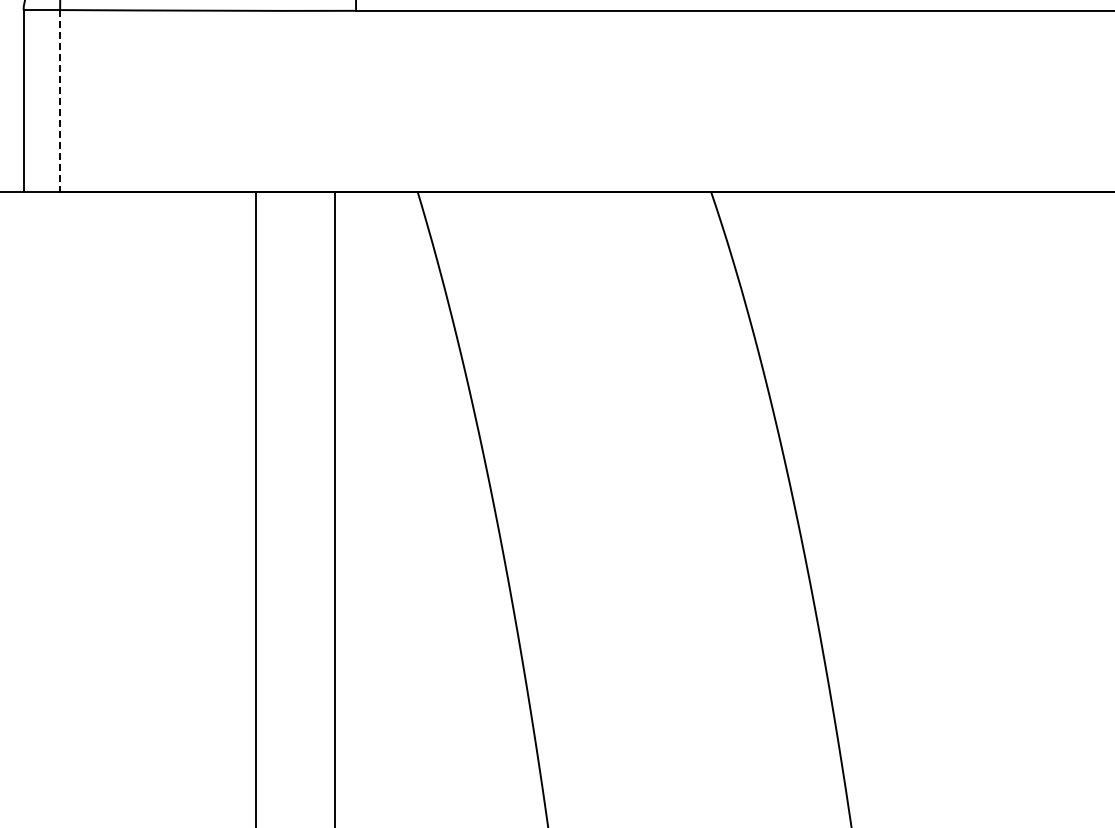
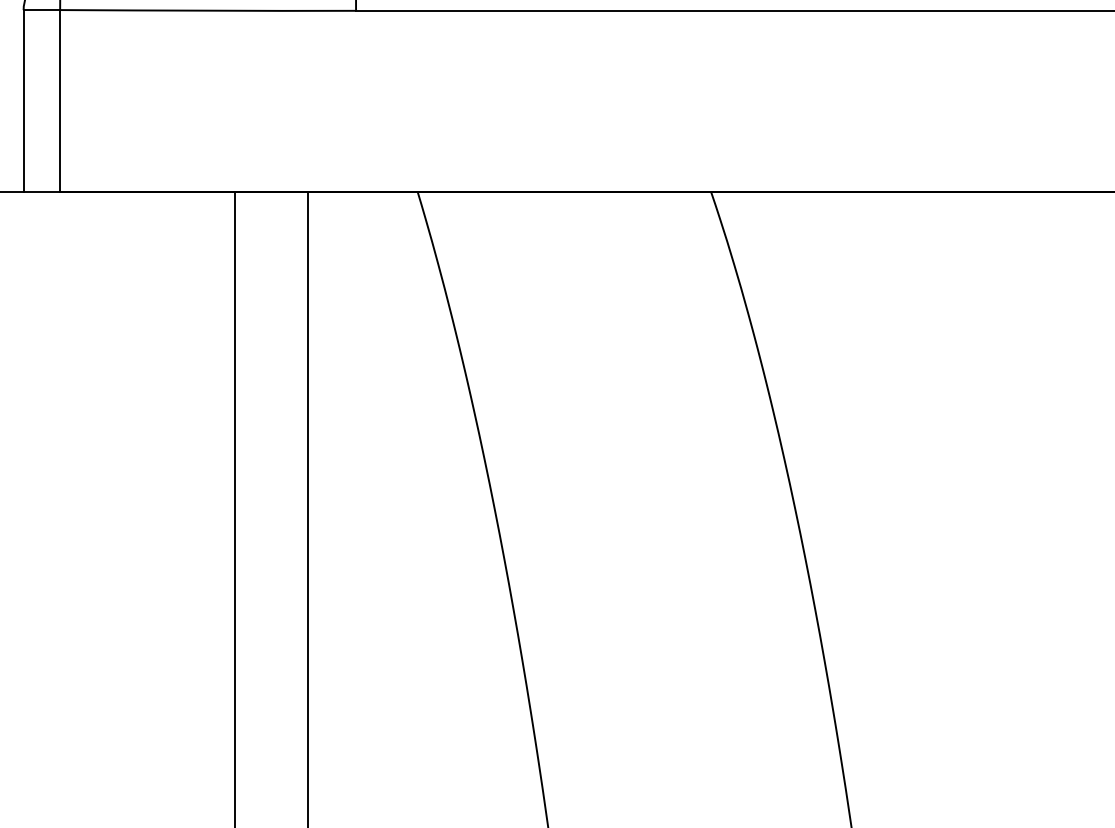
line at (60, 101): dashed -> solid
line at (256, 508) position: (256, 508) -> (235, 508)
line at (335, 508) position: (335, 508) -> (308, 508)
